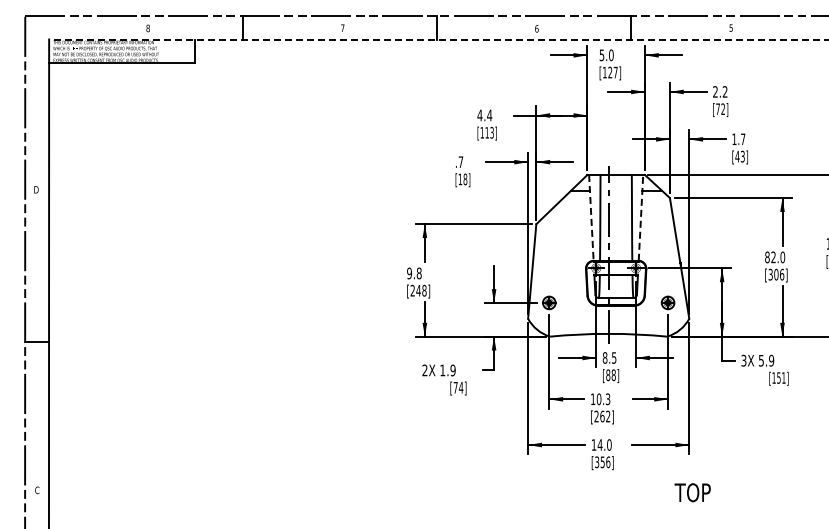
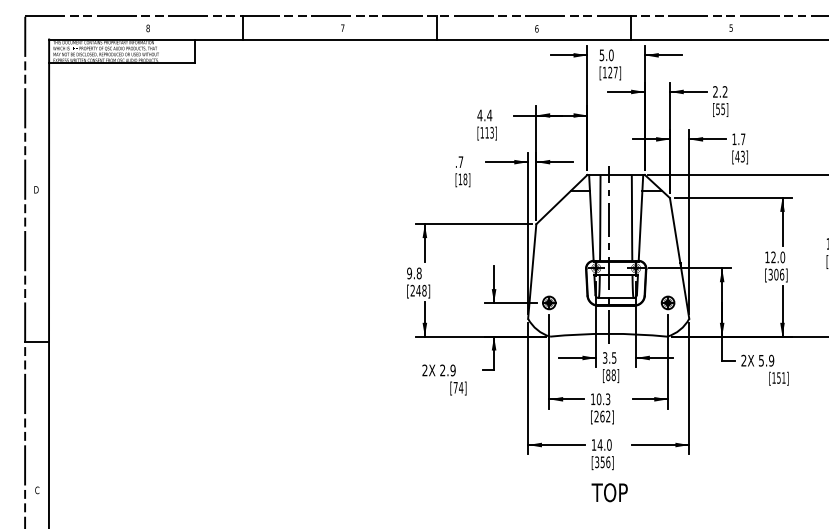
line at (439, 39): dashed -> solid
text at (720, 109): [72] -> [55]
line at (591, 217): dashed -> solid
line at (640, 217): dashed -> solid
text at (767, 257): 82.0 -> 12.0
text at (604, 357): 8.5 -> 3.5
text at (743, 360): 3X -> 2X
text at (442, 370): 1.9 -> 2.9
text at (692, 492) position: (692, 492) -> (609, 492)
